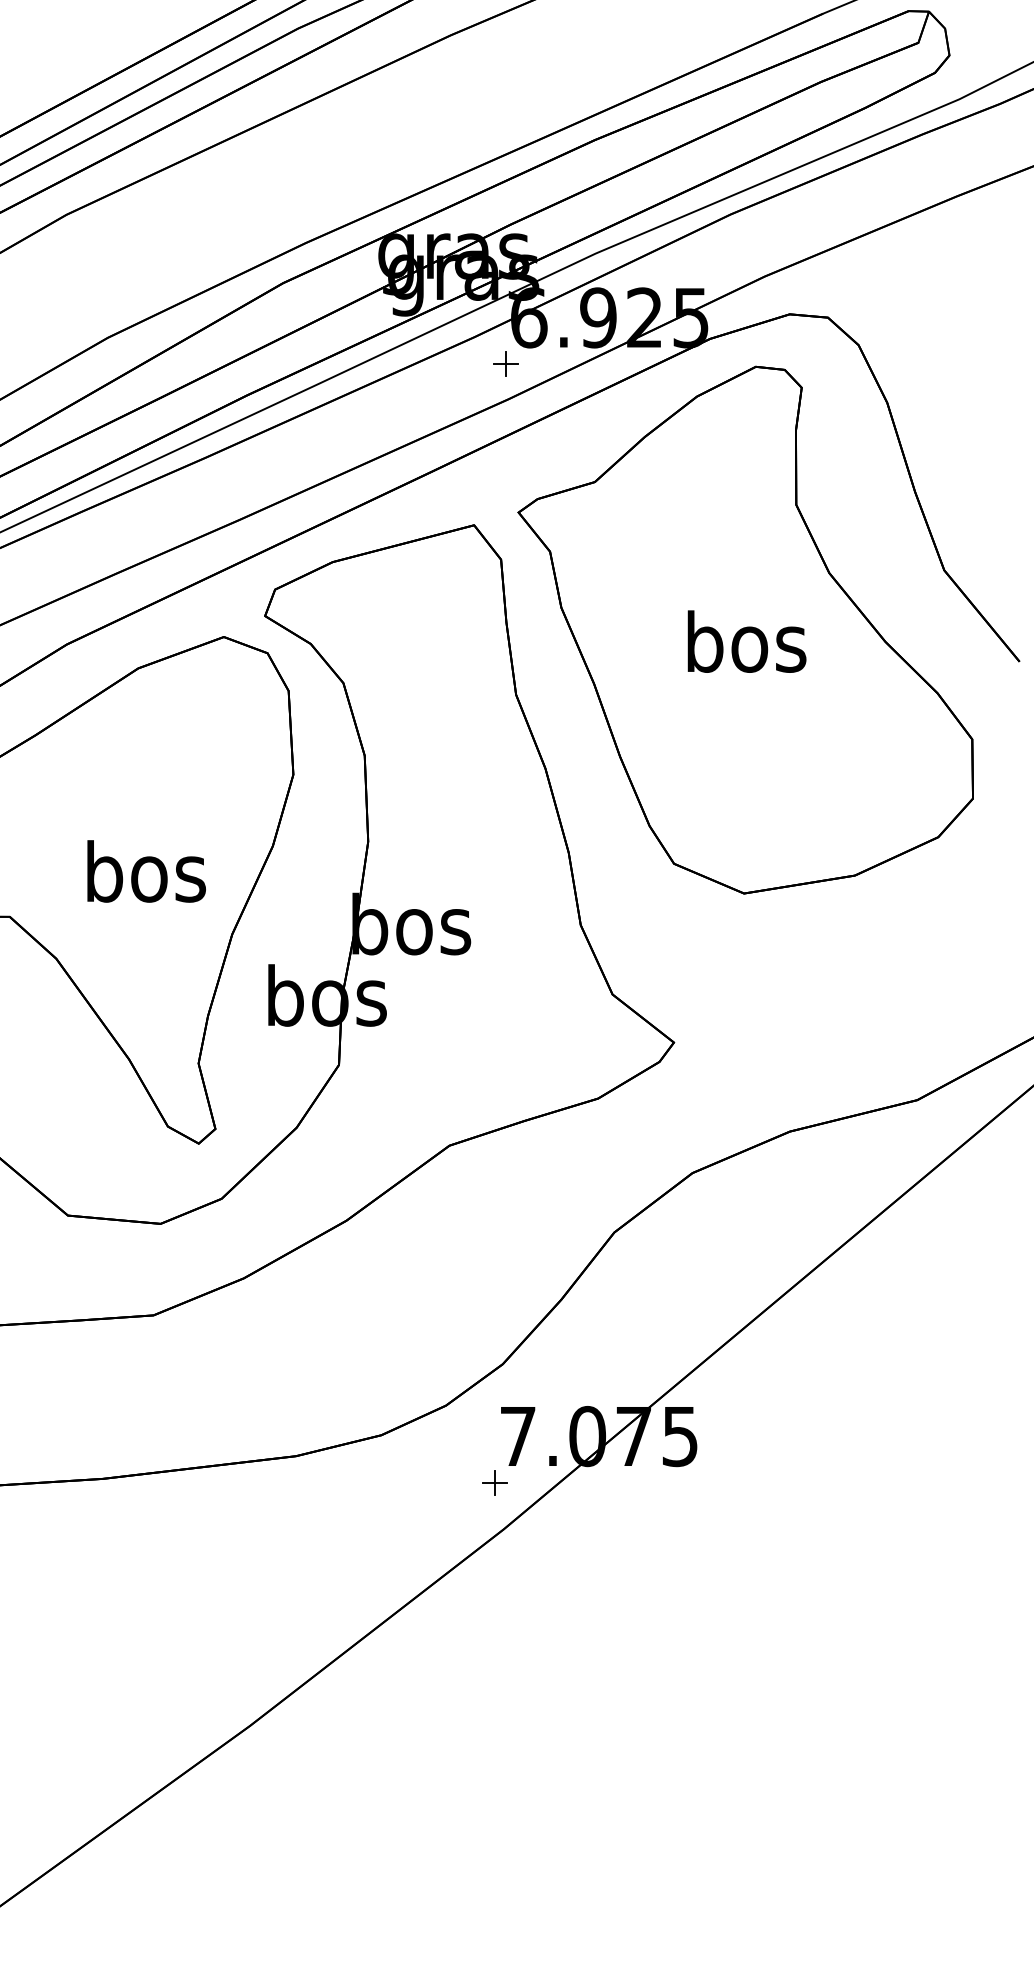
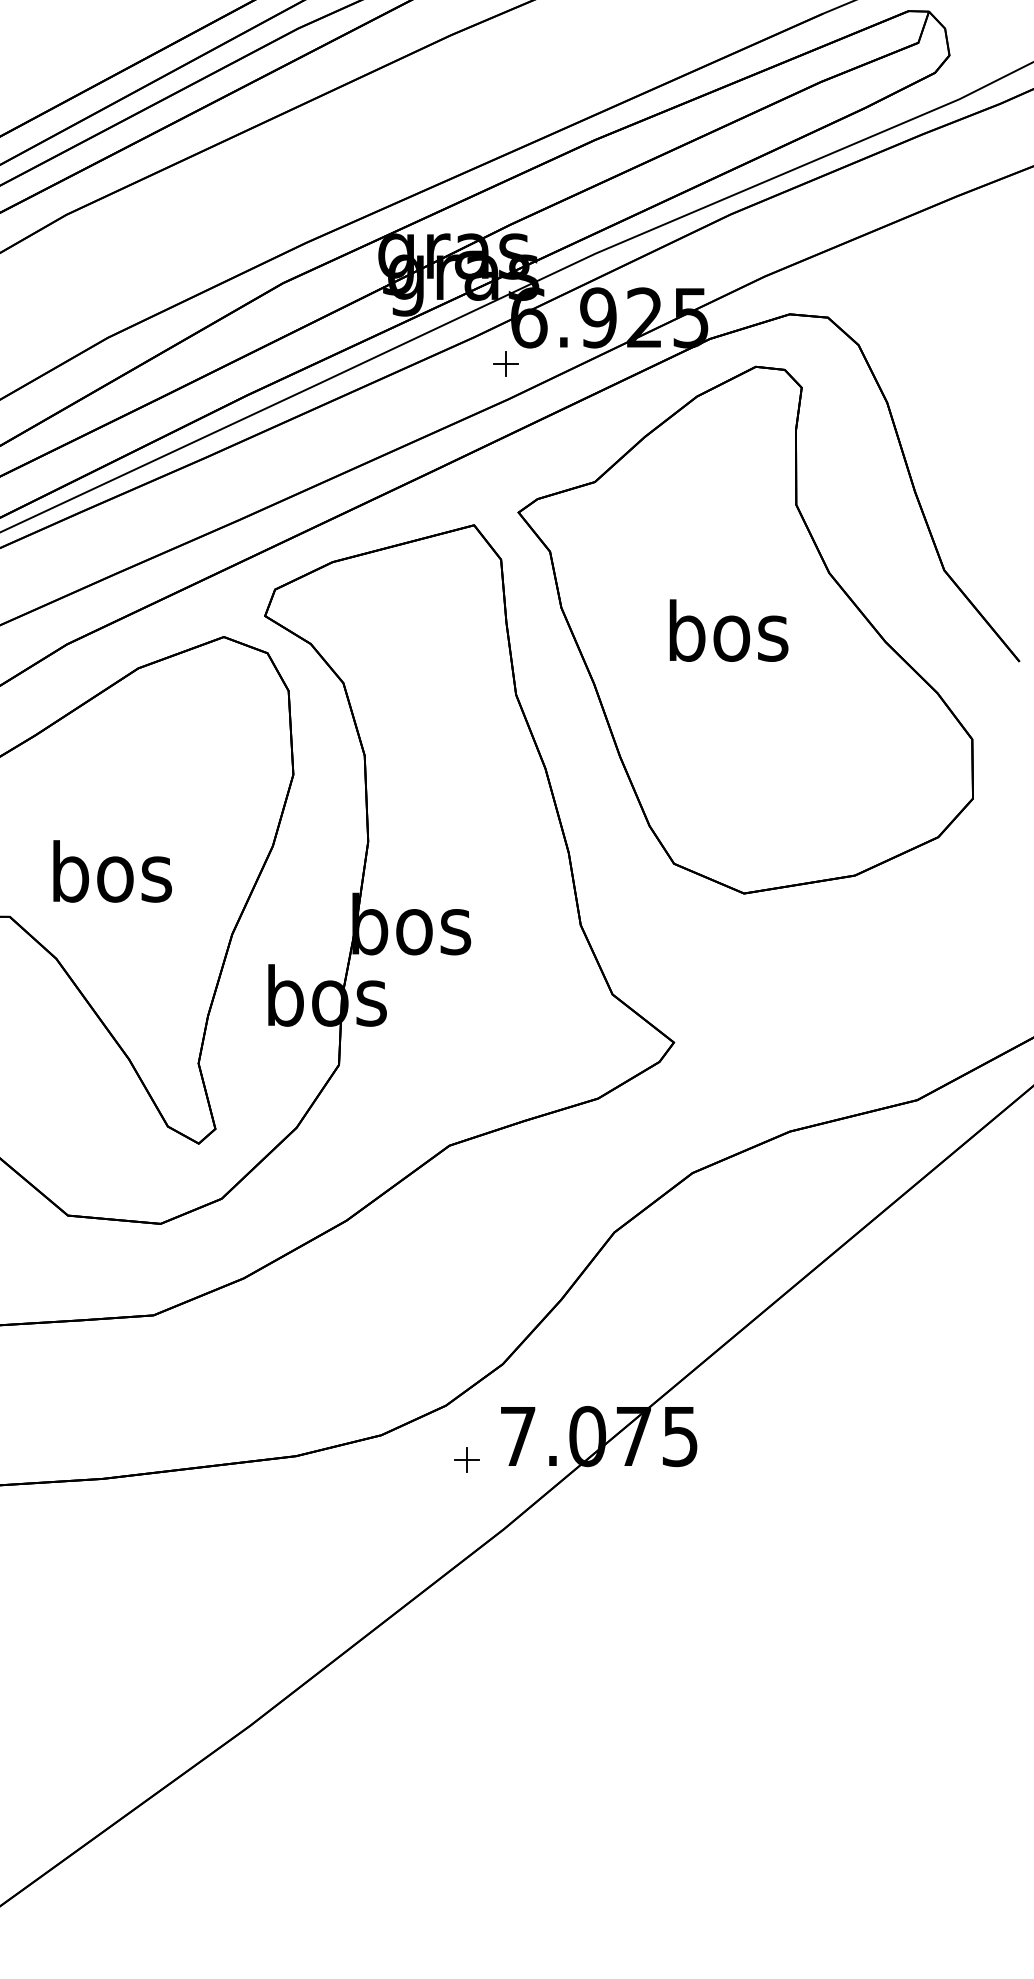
text at (746, 641) position: (746, 641) -> (728, 630)
text at (146, 871) position: (146, 871) -> (112, 871)
part at (494, 1482) position: (494, 1482) -> (466, 1459)
